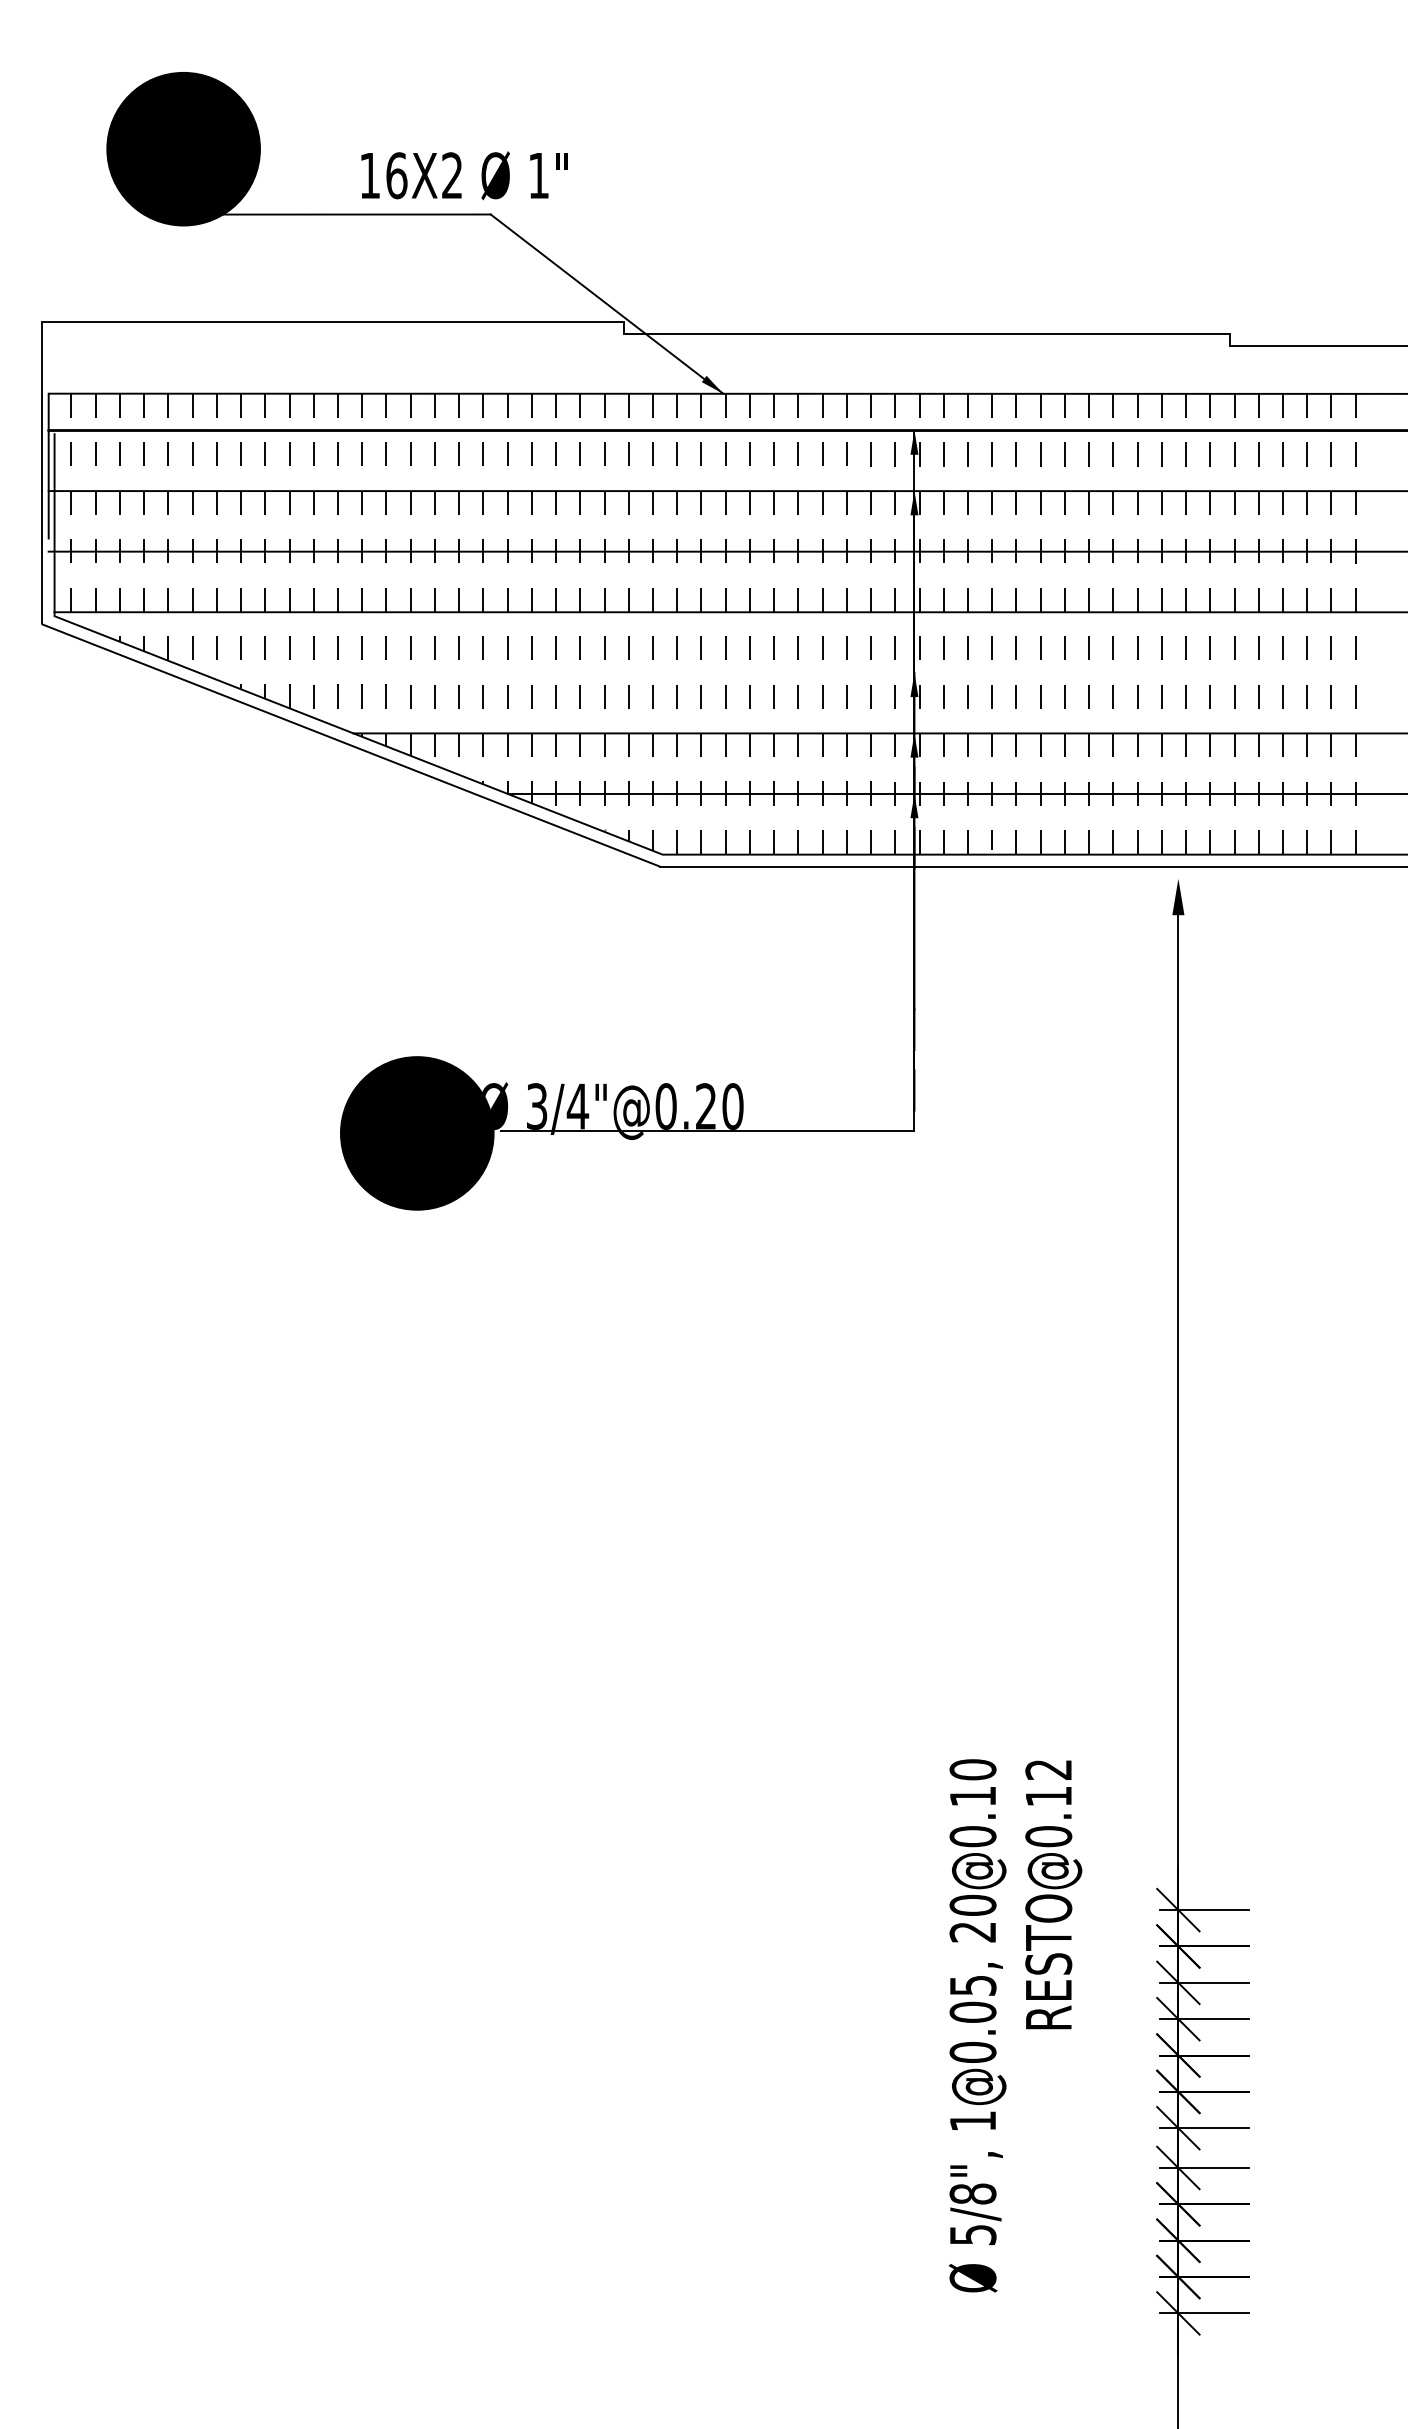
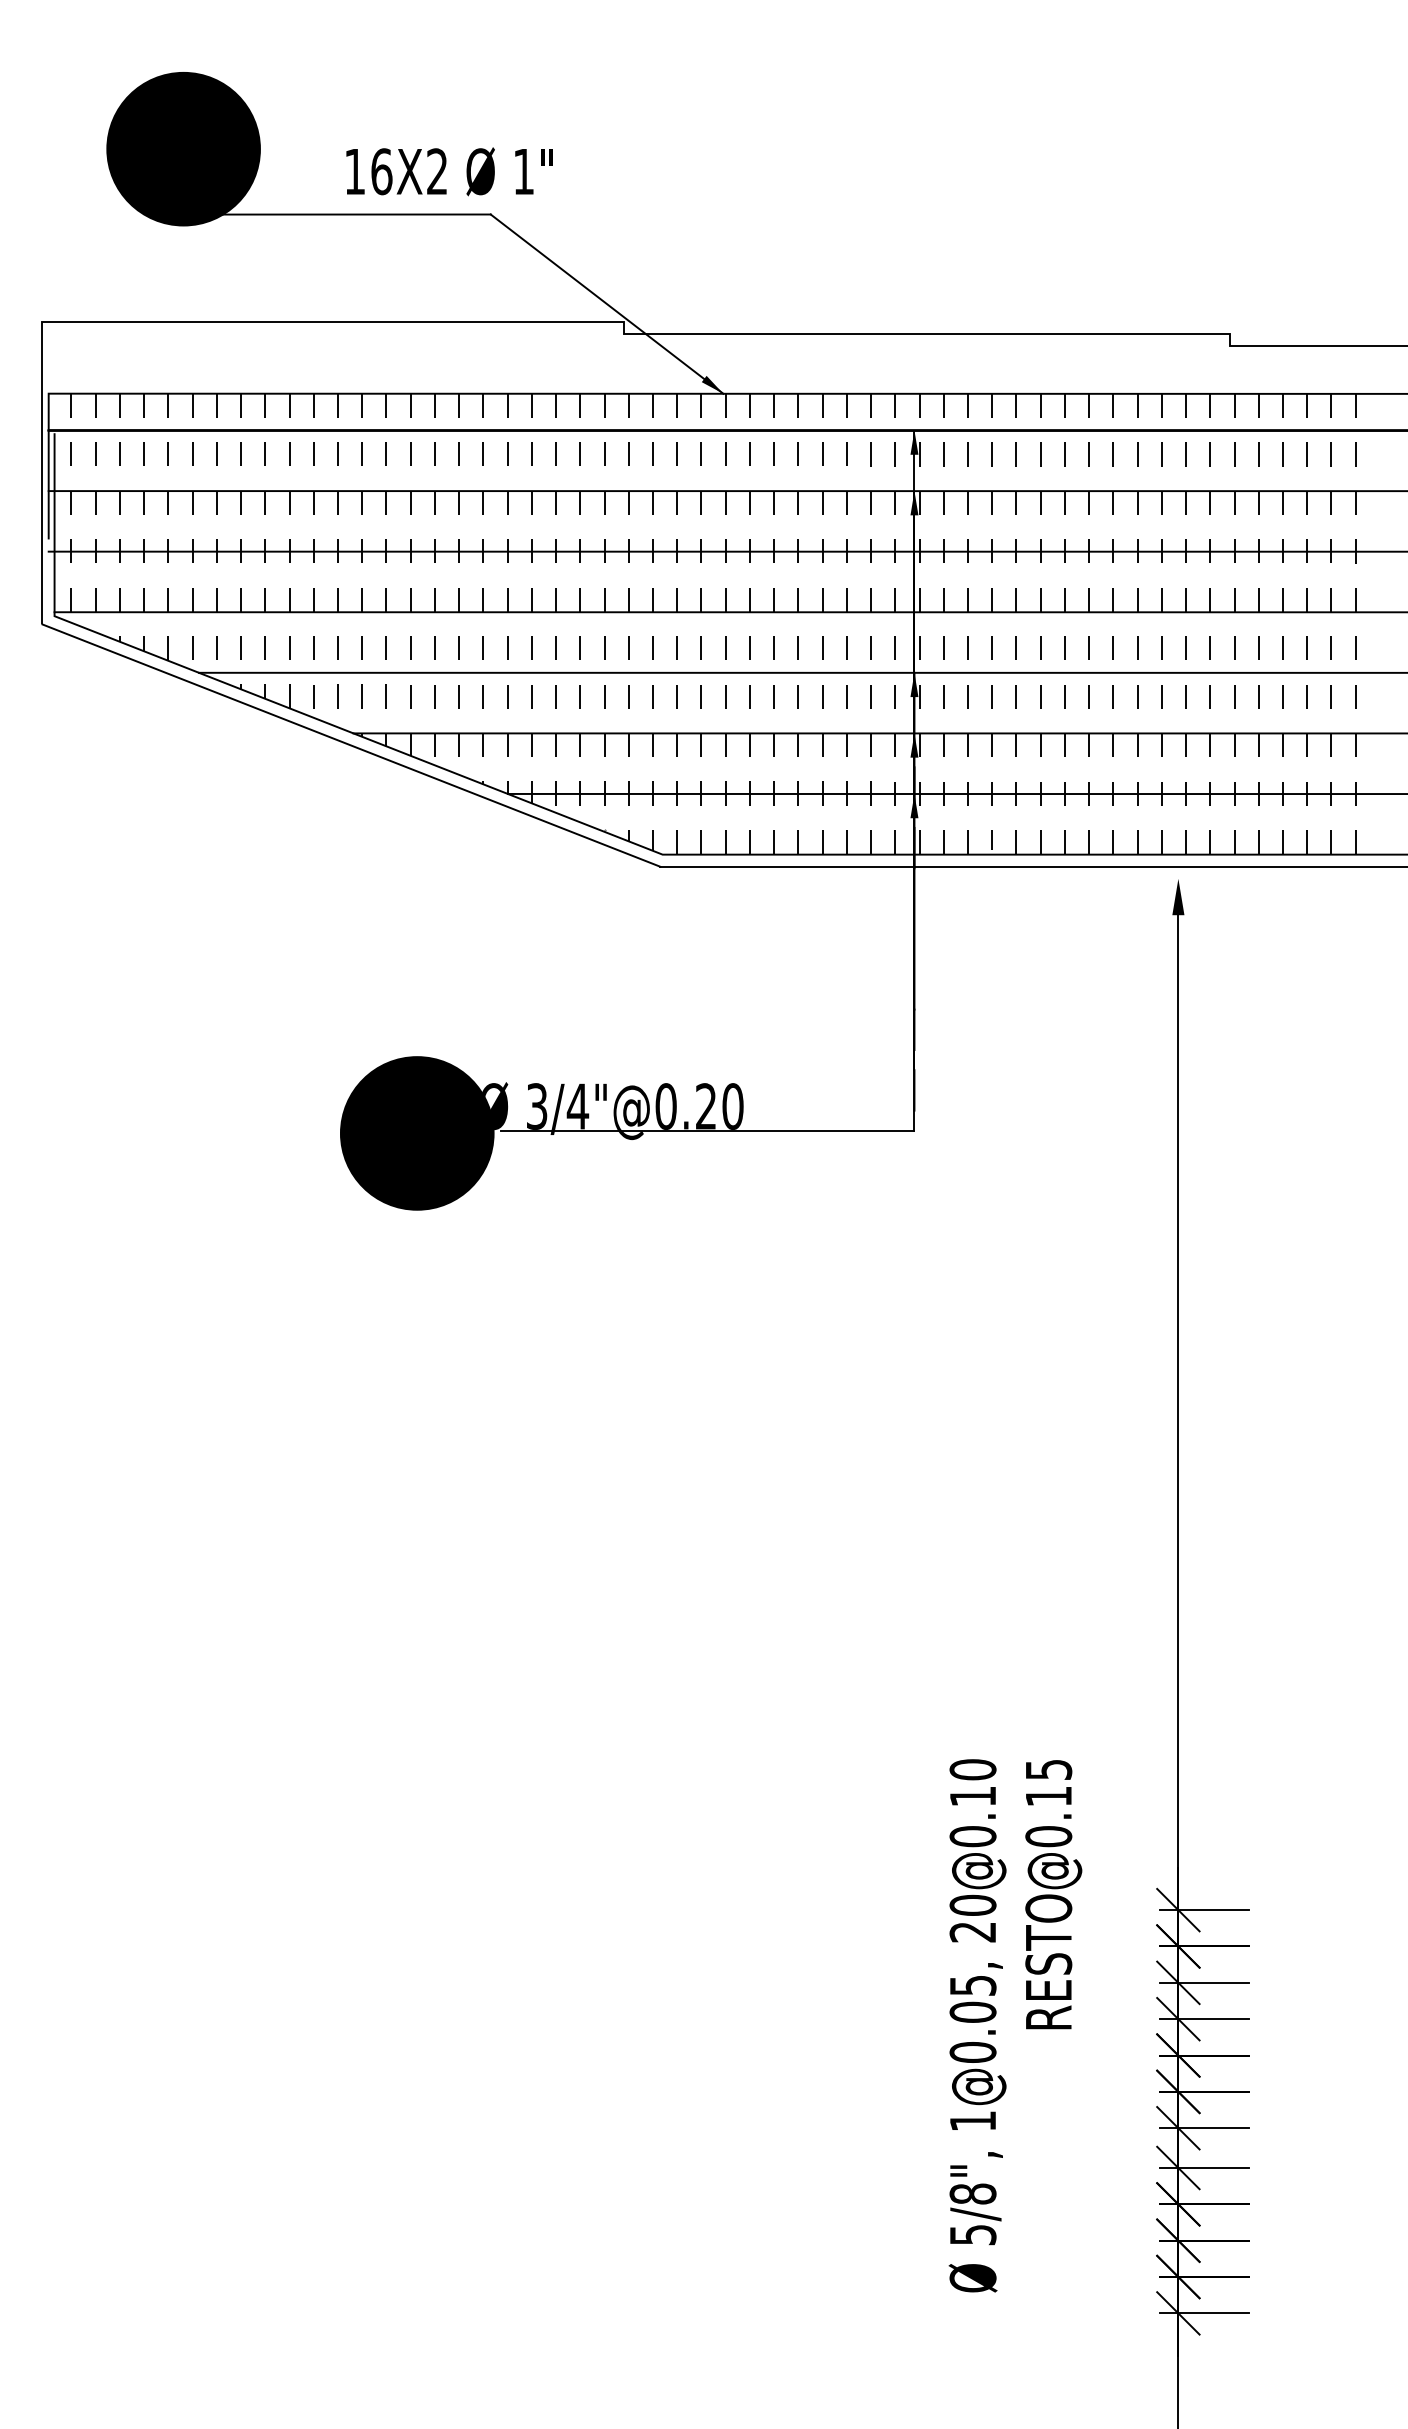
text at (464, 175) position: (464, 175) -> (449, 171)
line at (801, 672): none -> present
text at (1048, 1769): RESTO@0.12 -> RESTO@0.15
